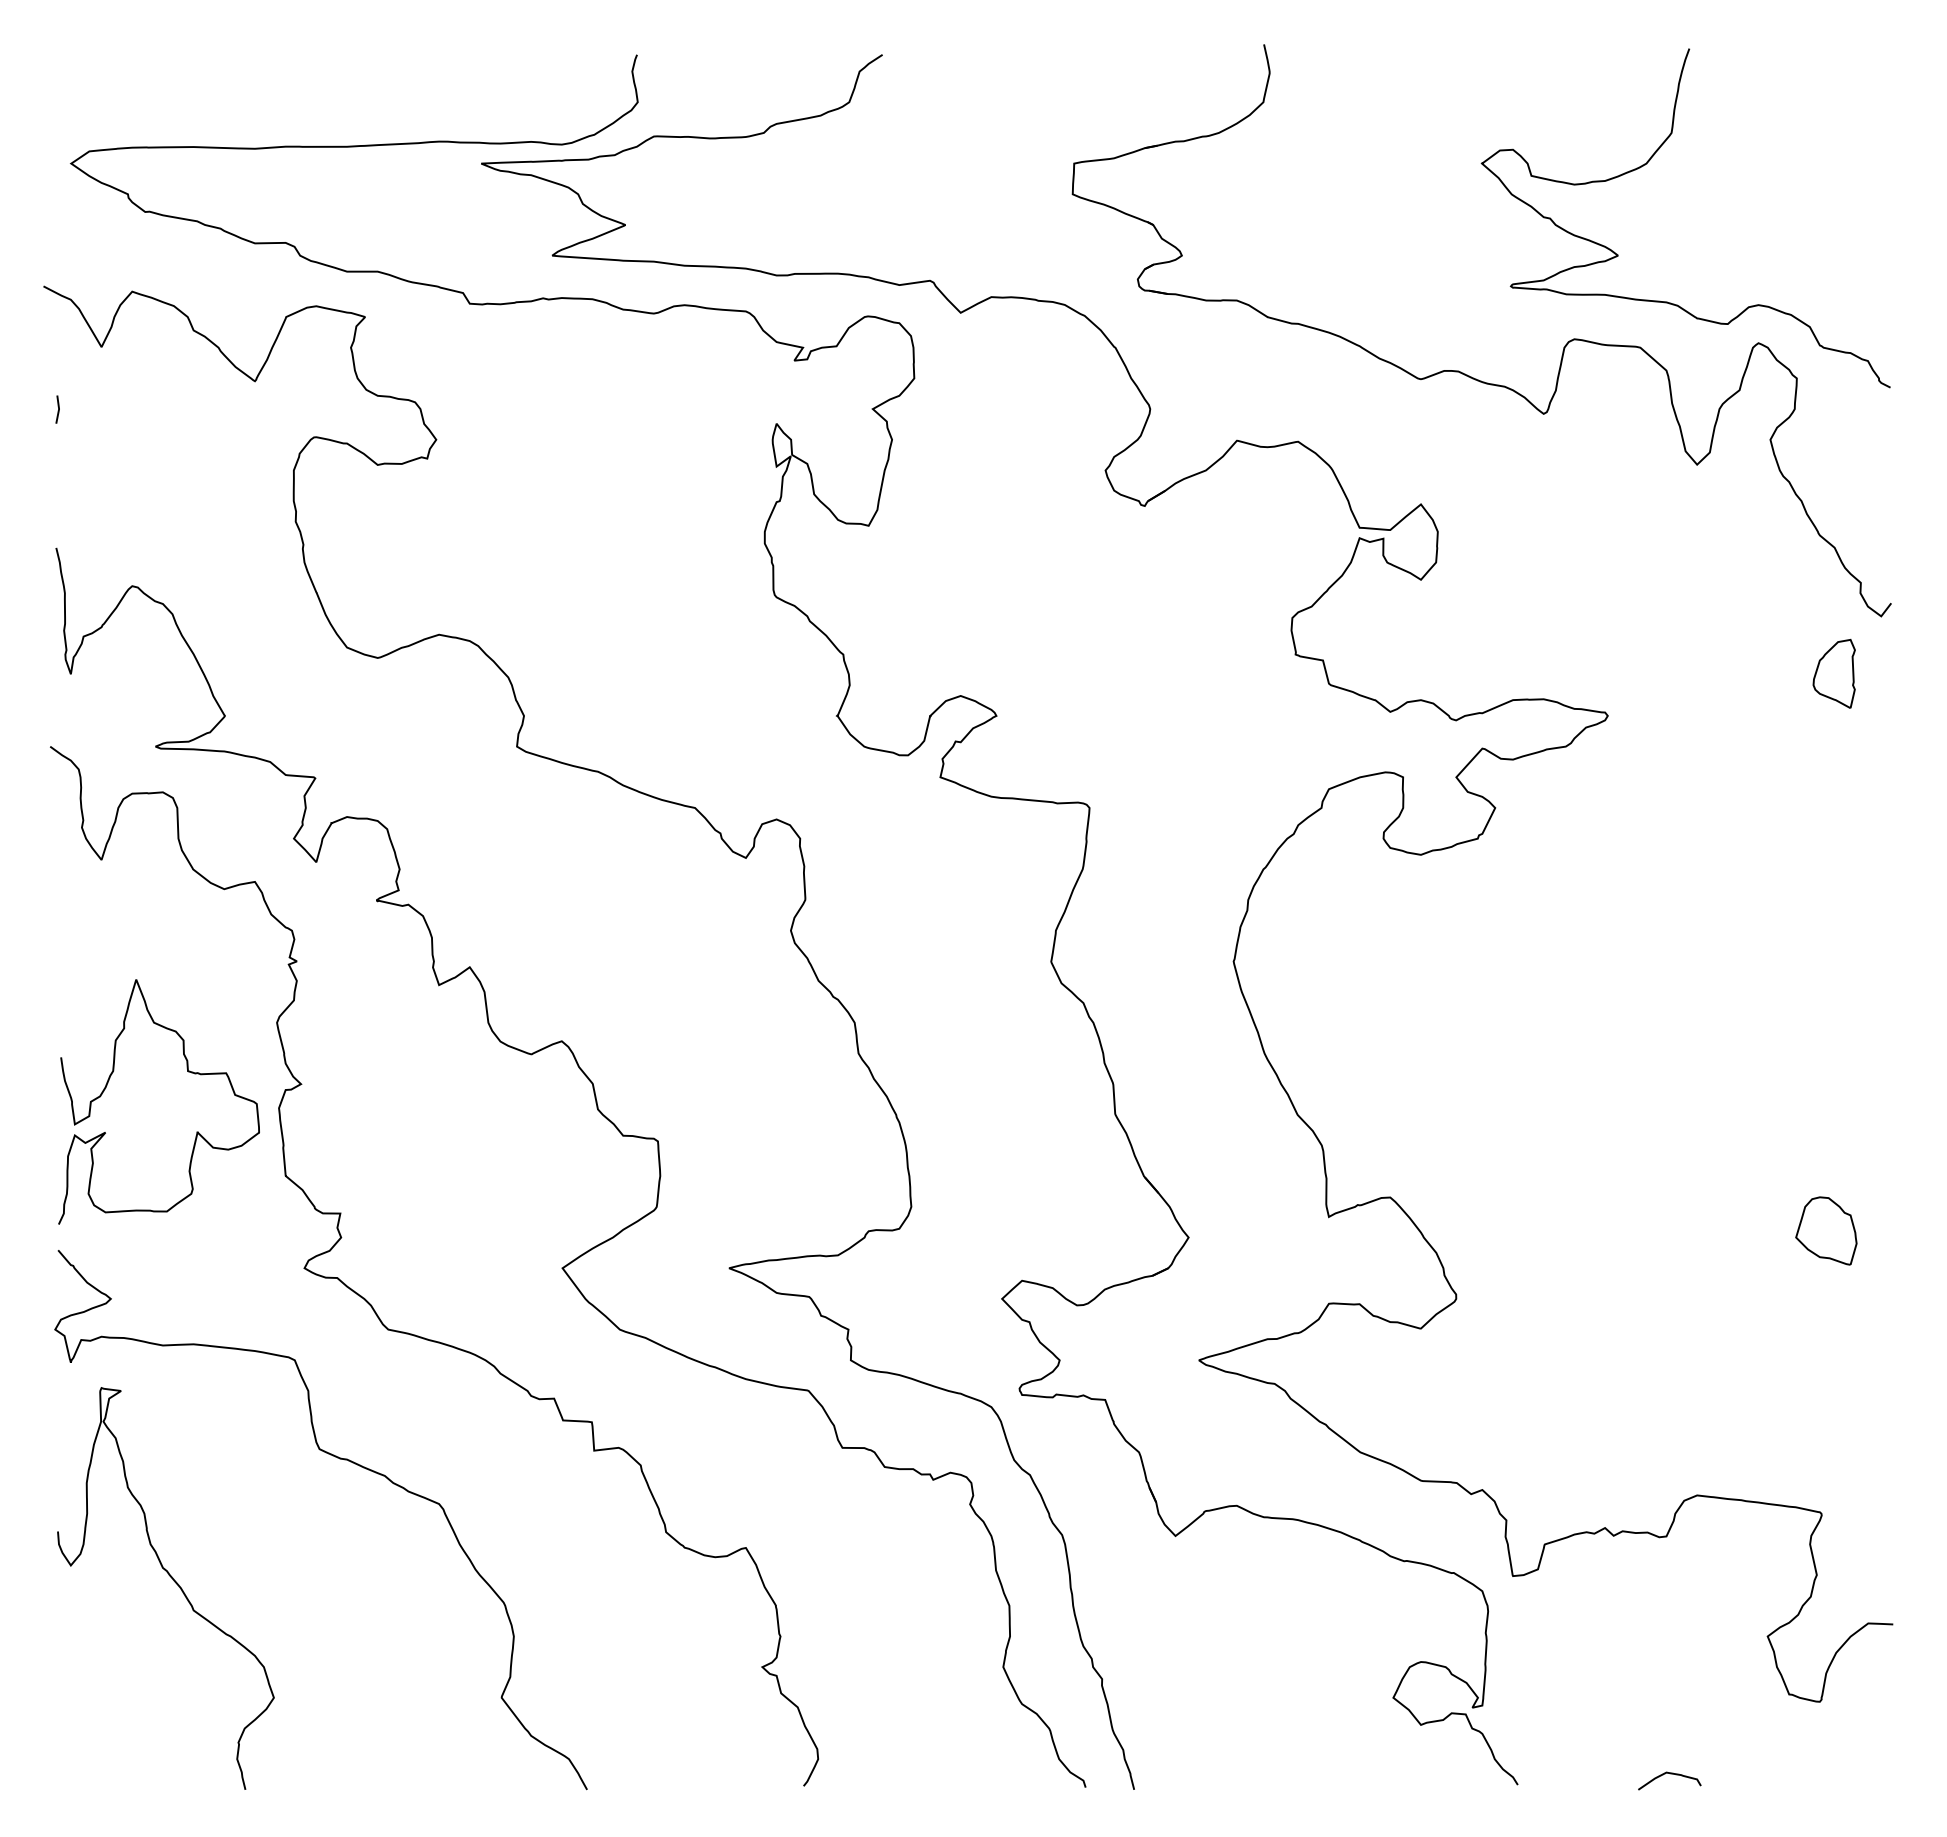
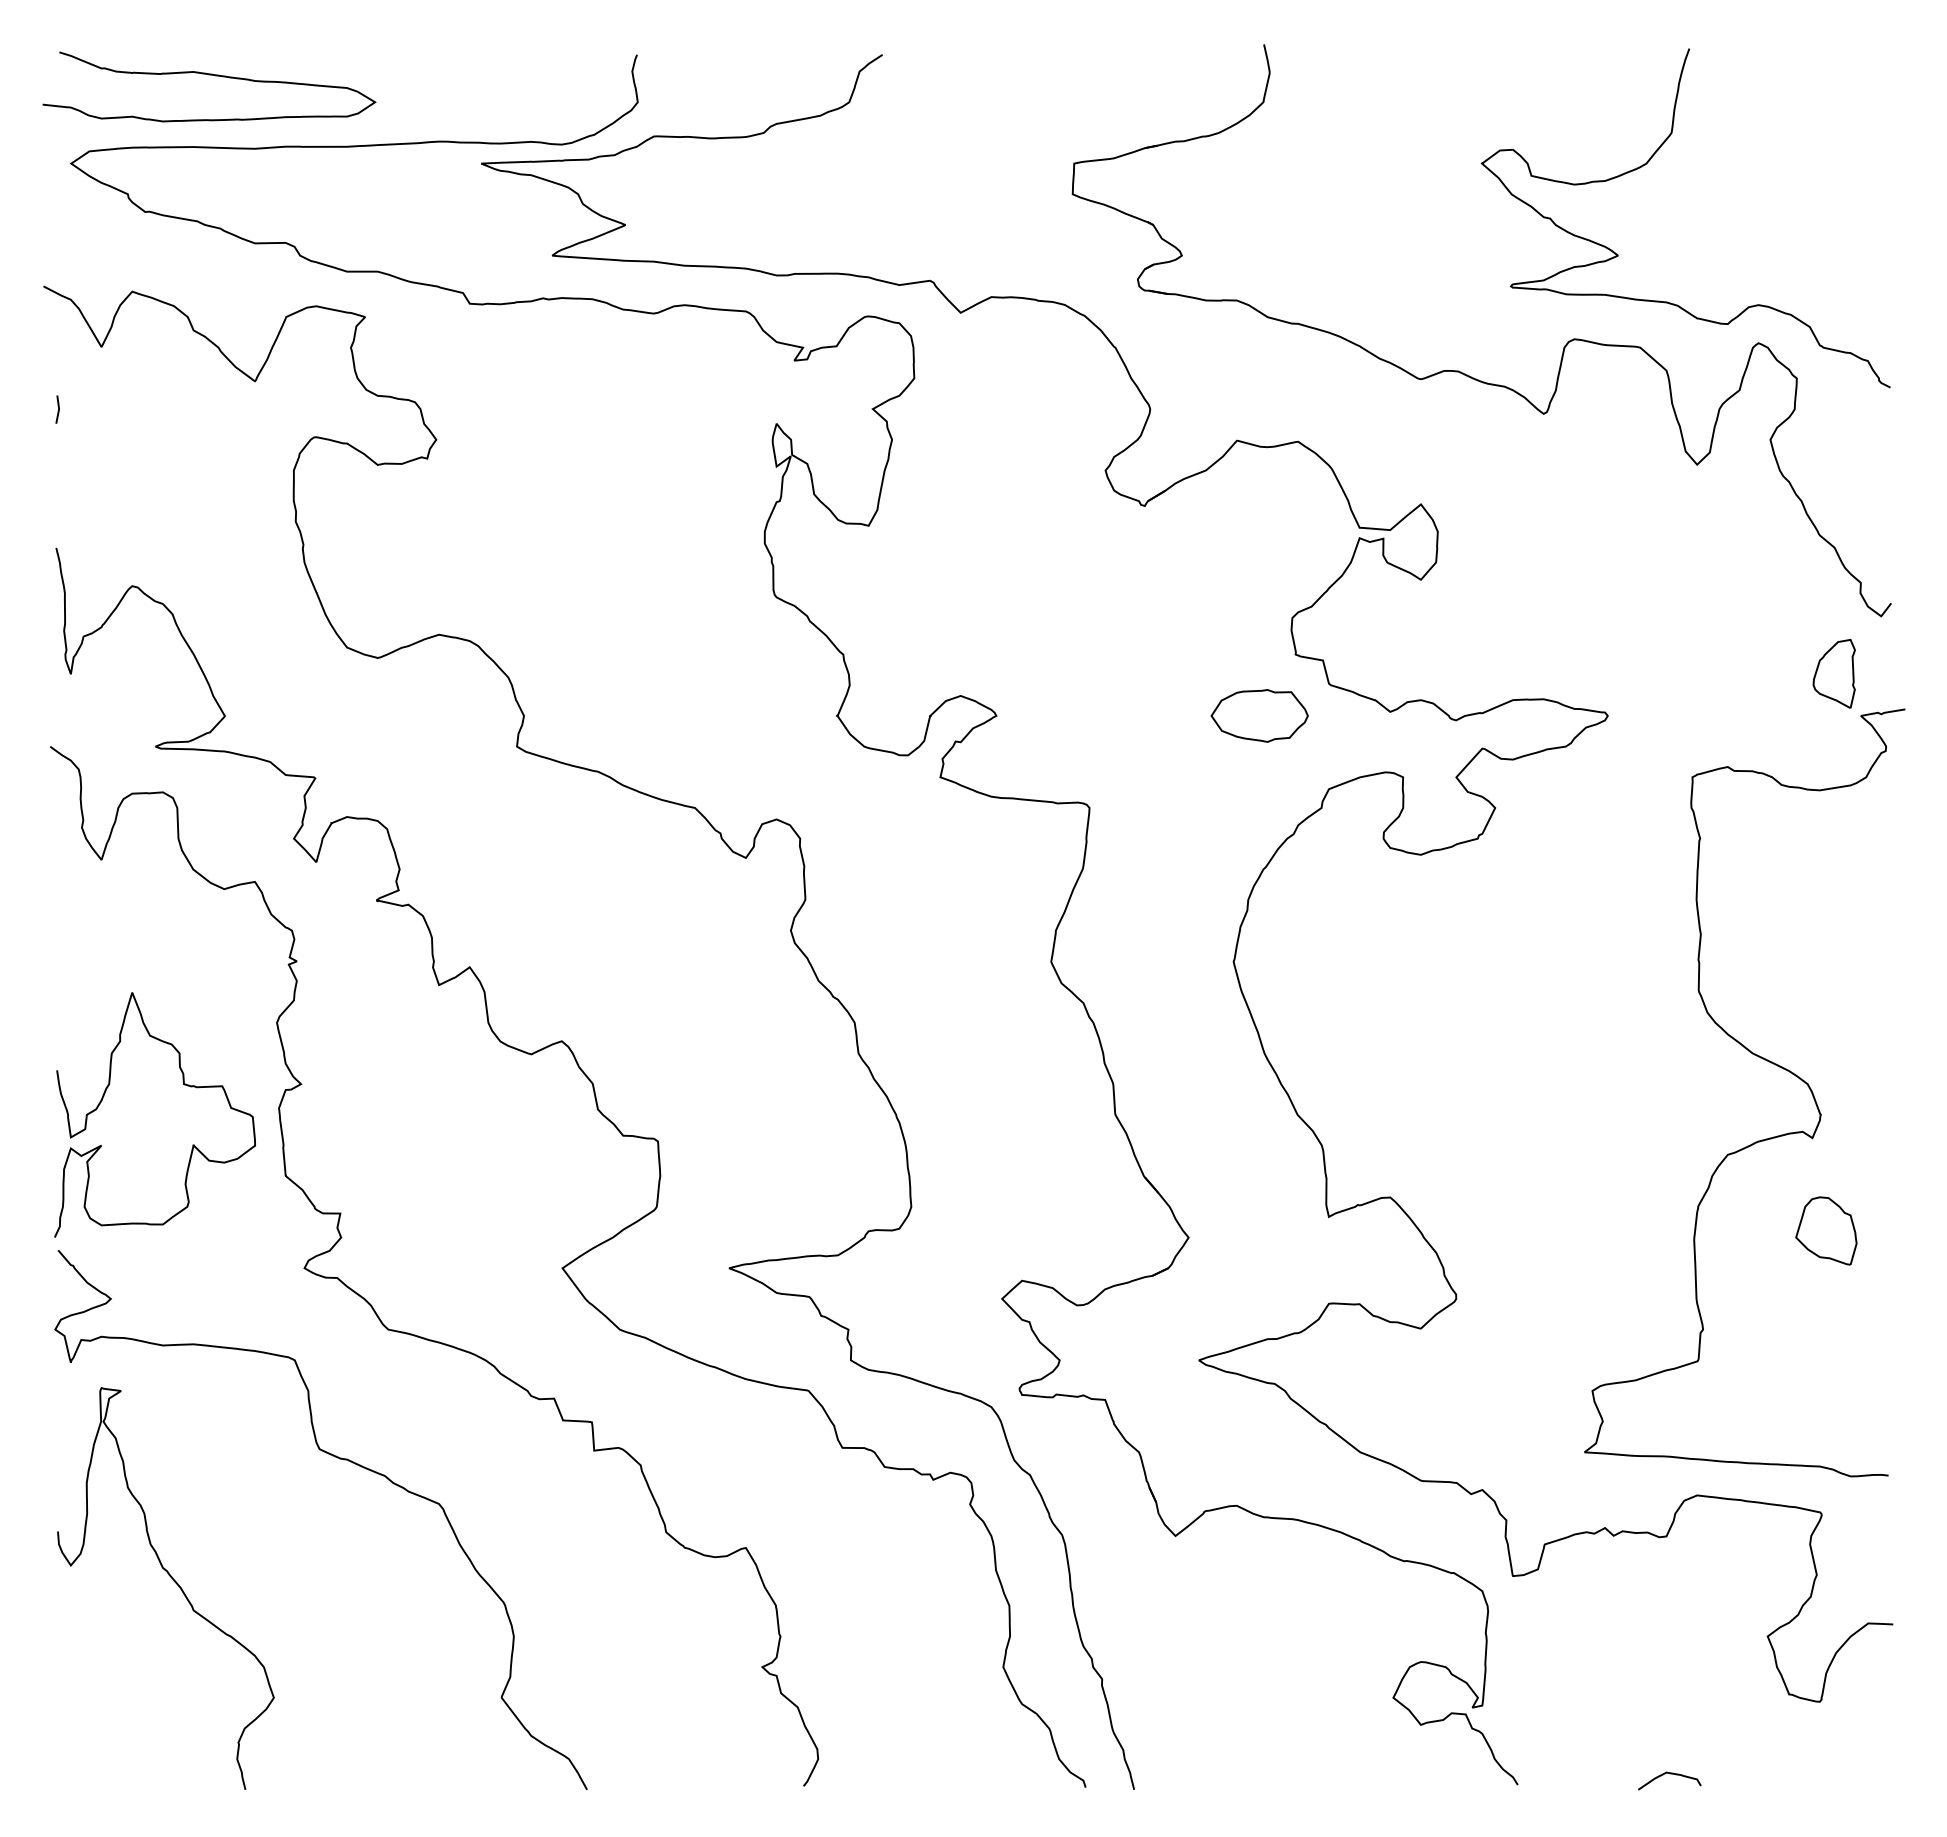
curve at (209, 75): none -> present
part at (1259, 715): none -> present
curve at (1760, 1058): none -> present
curve at (187, 1071) position: (187, 1071) -> (183, 1084)
